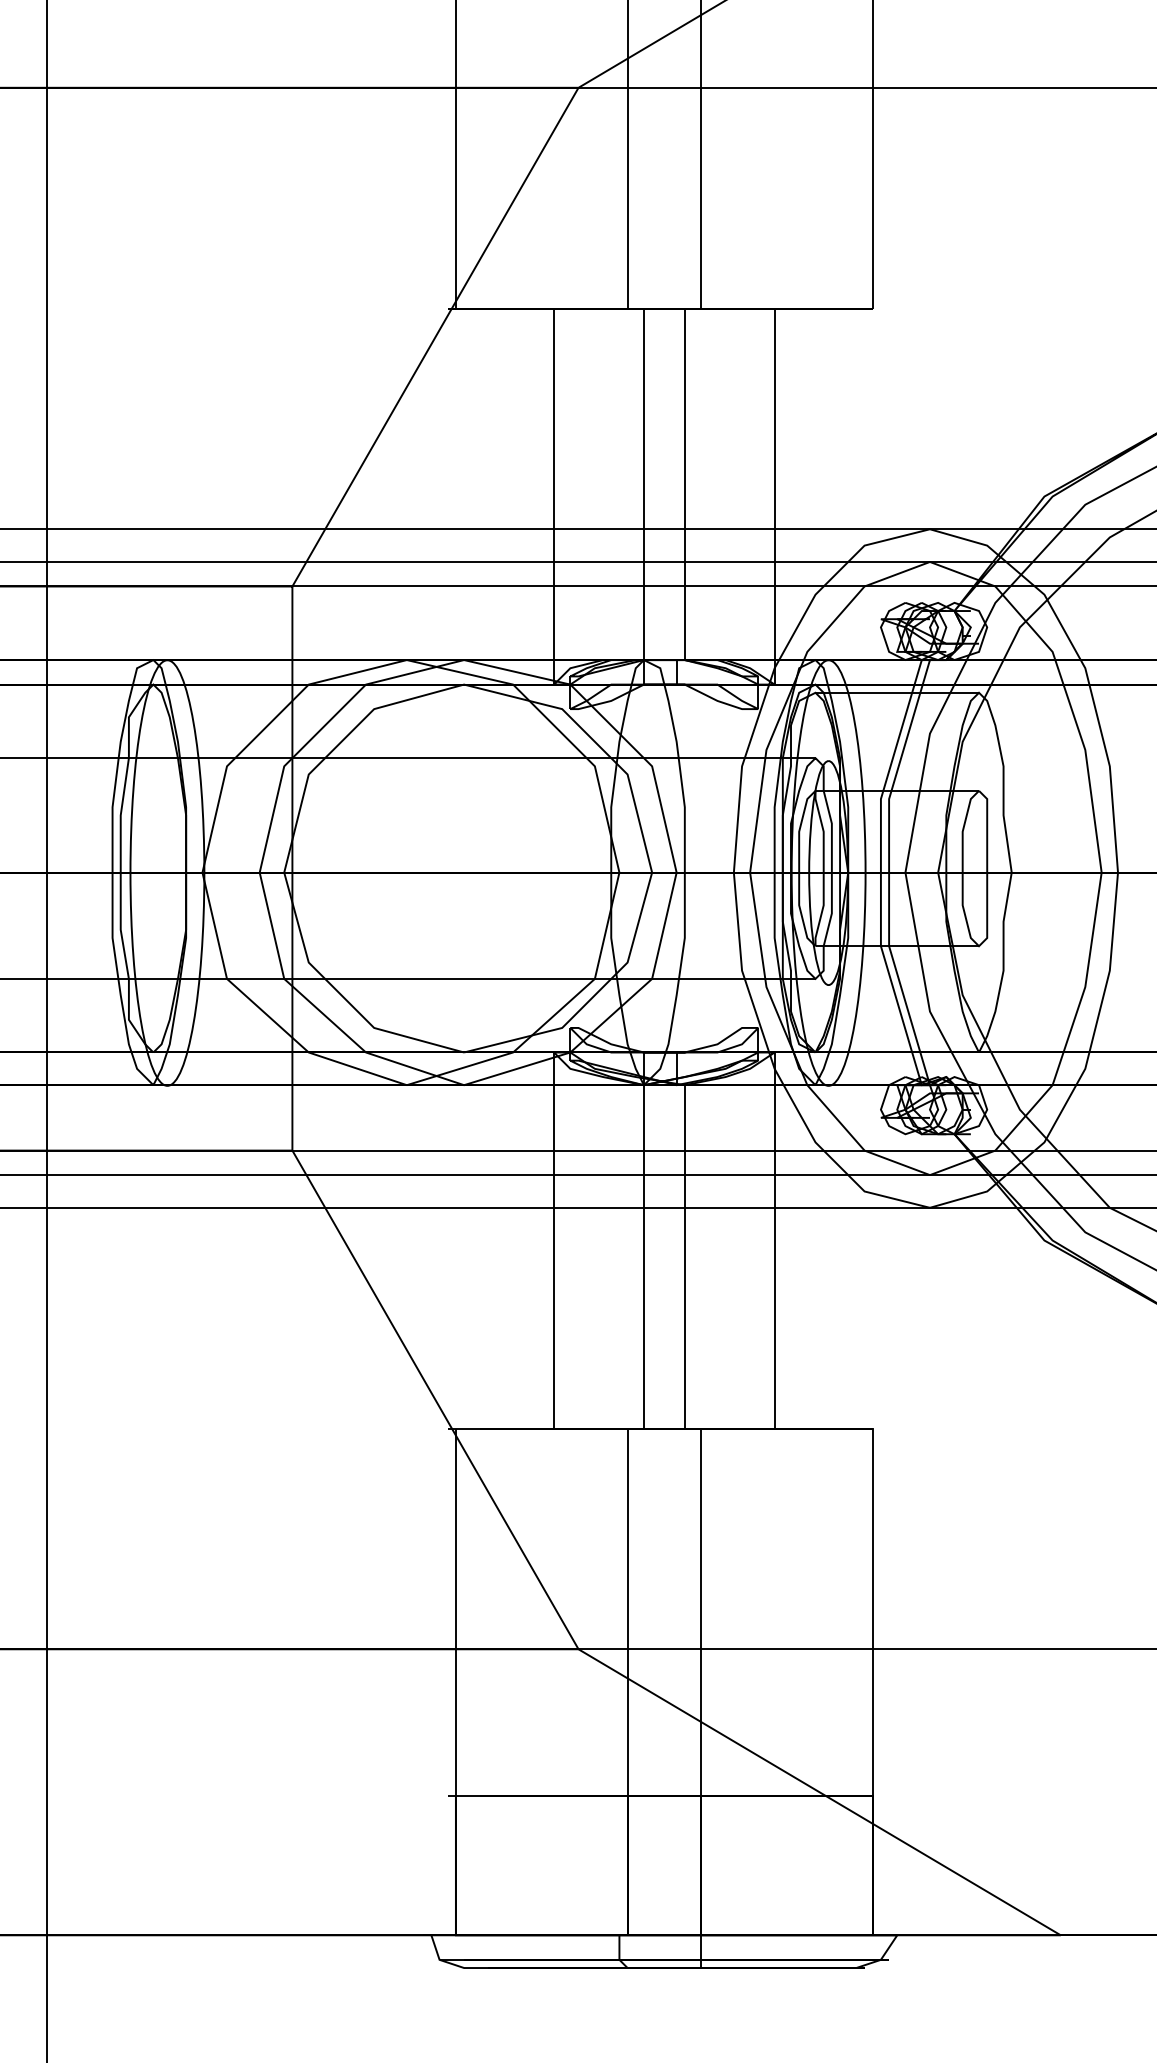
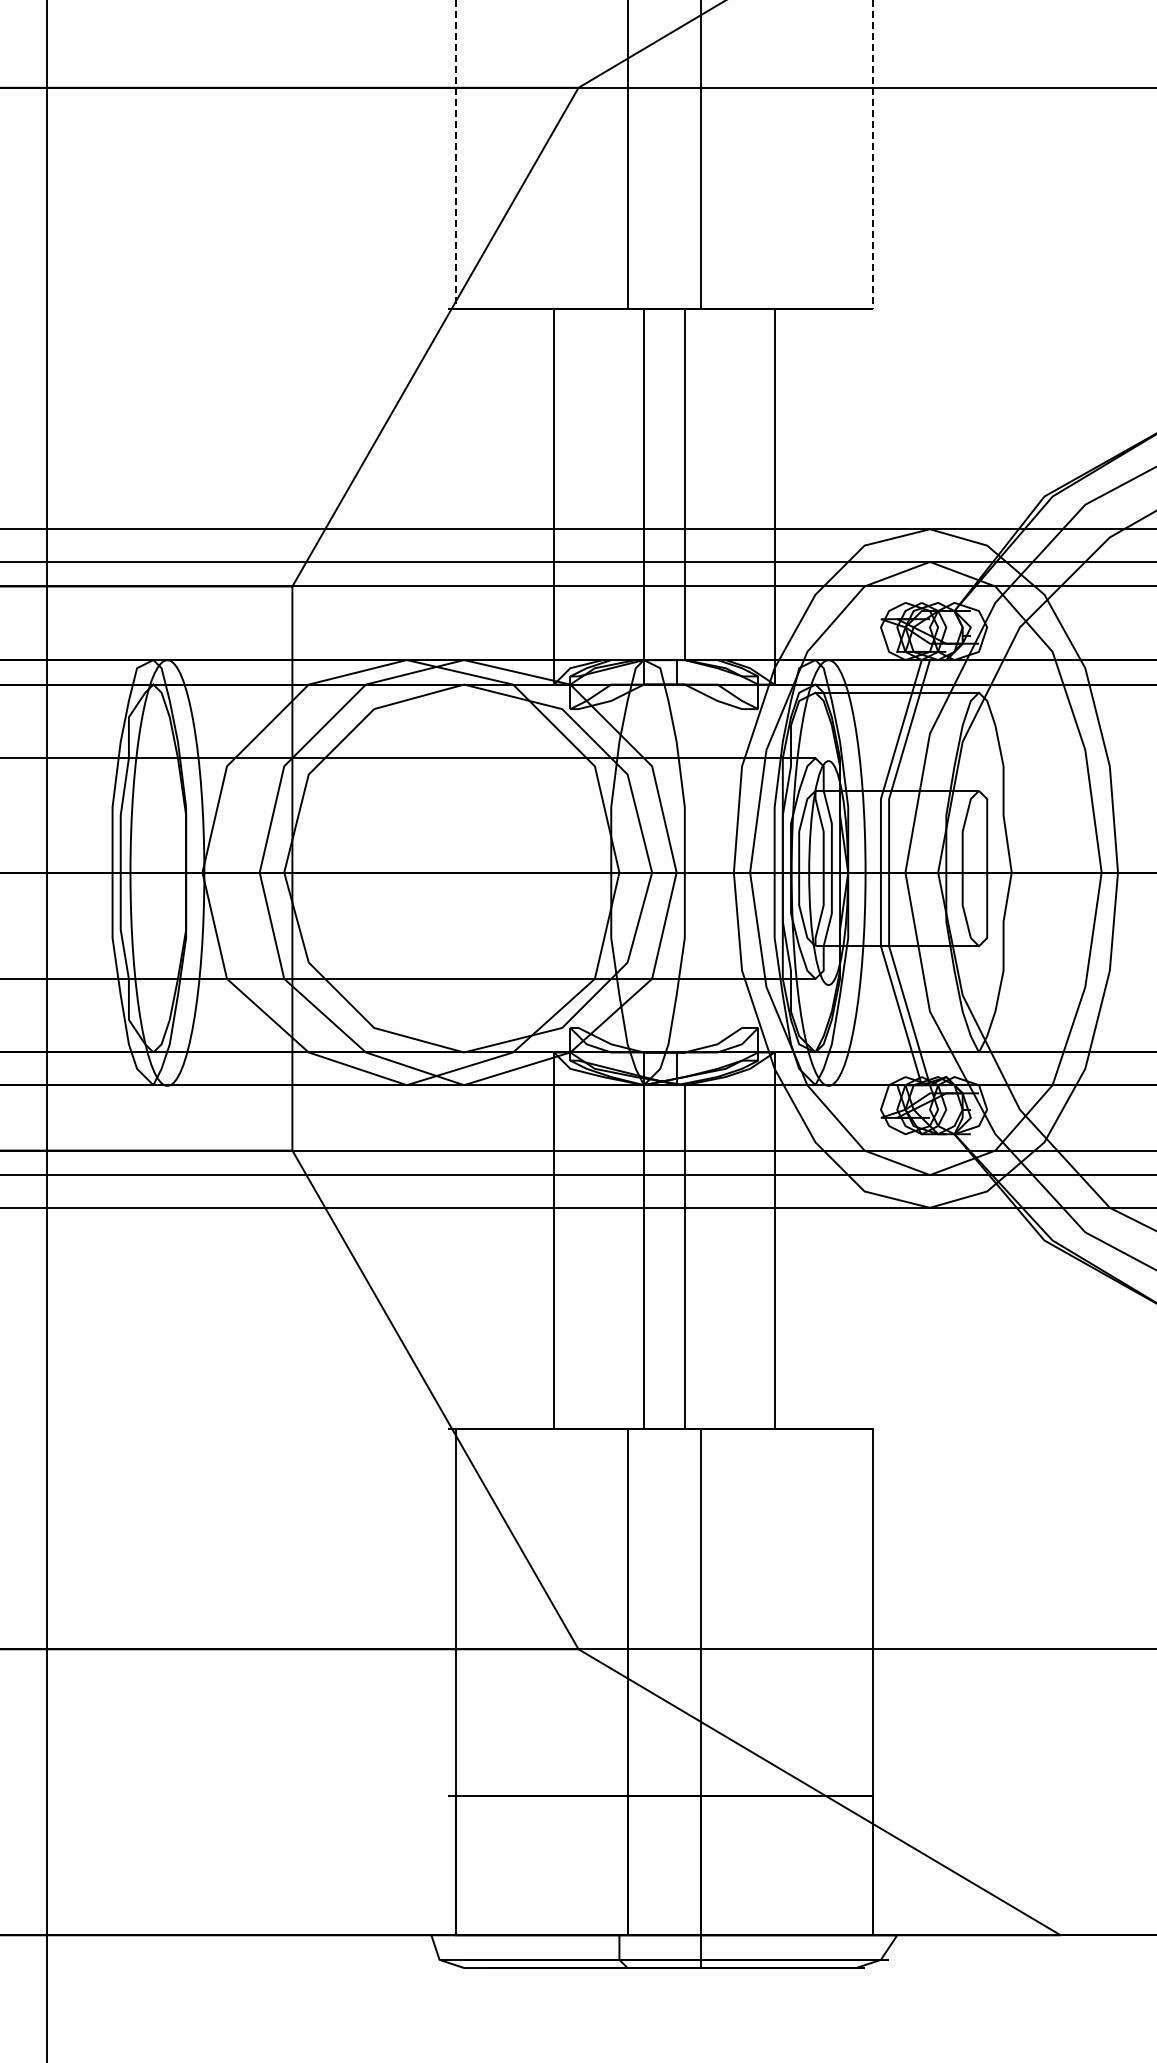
line at (455, 154): solid -> dashed
line at (872, 154): solid -> dashed
